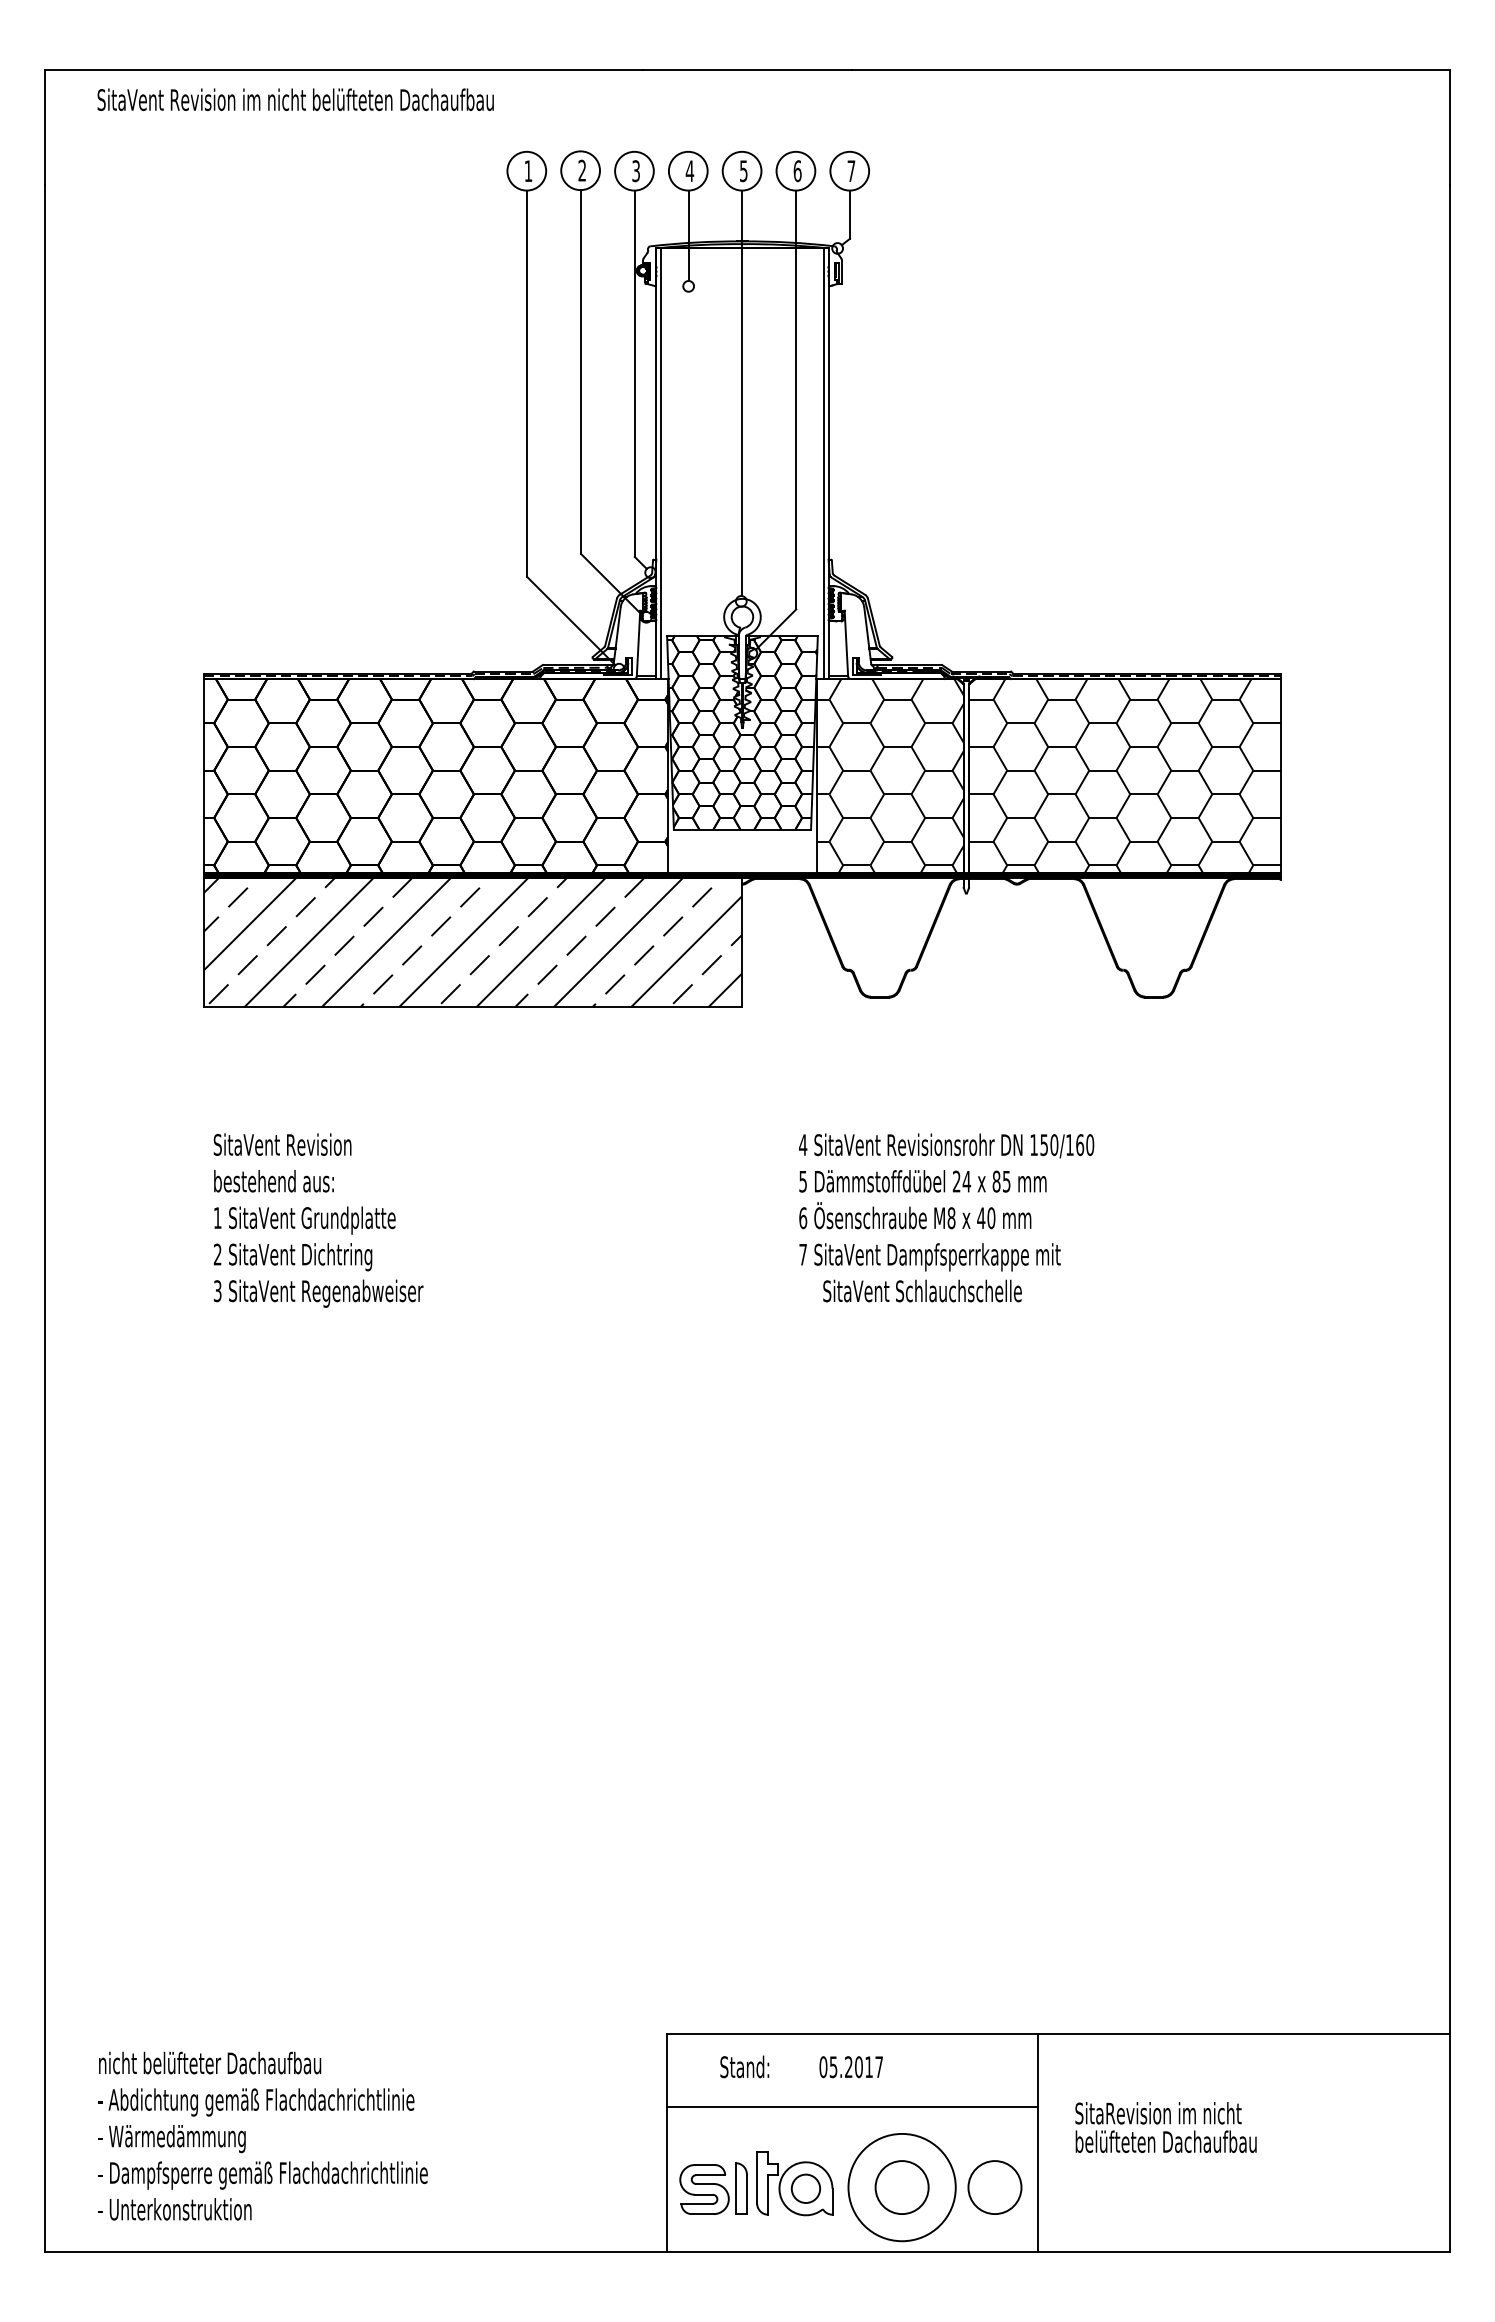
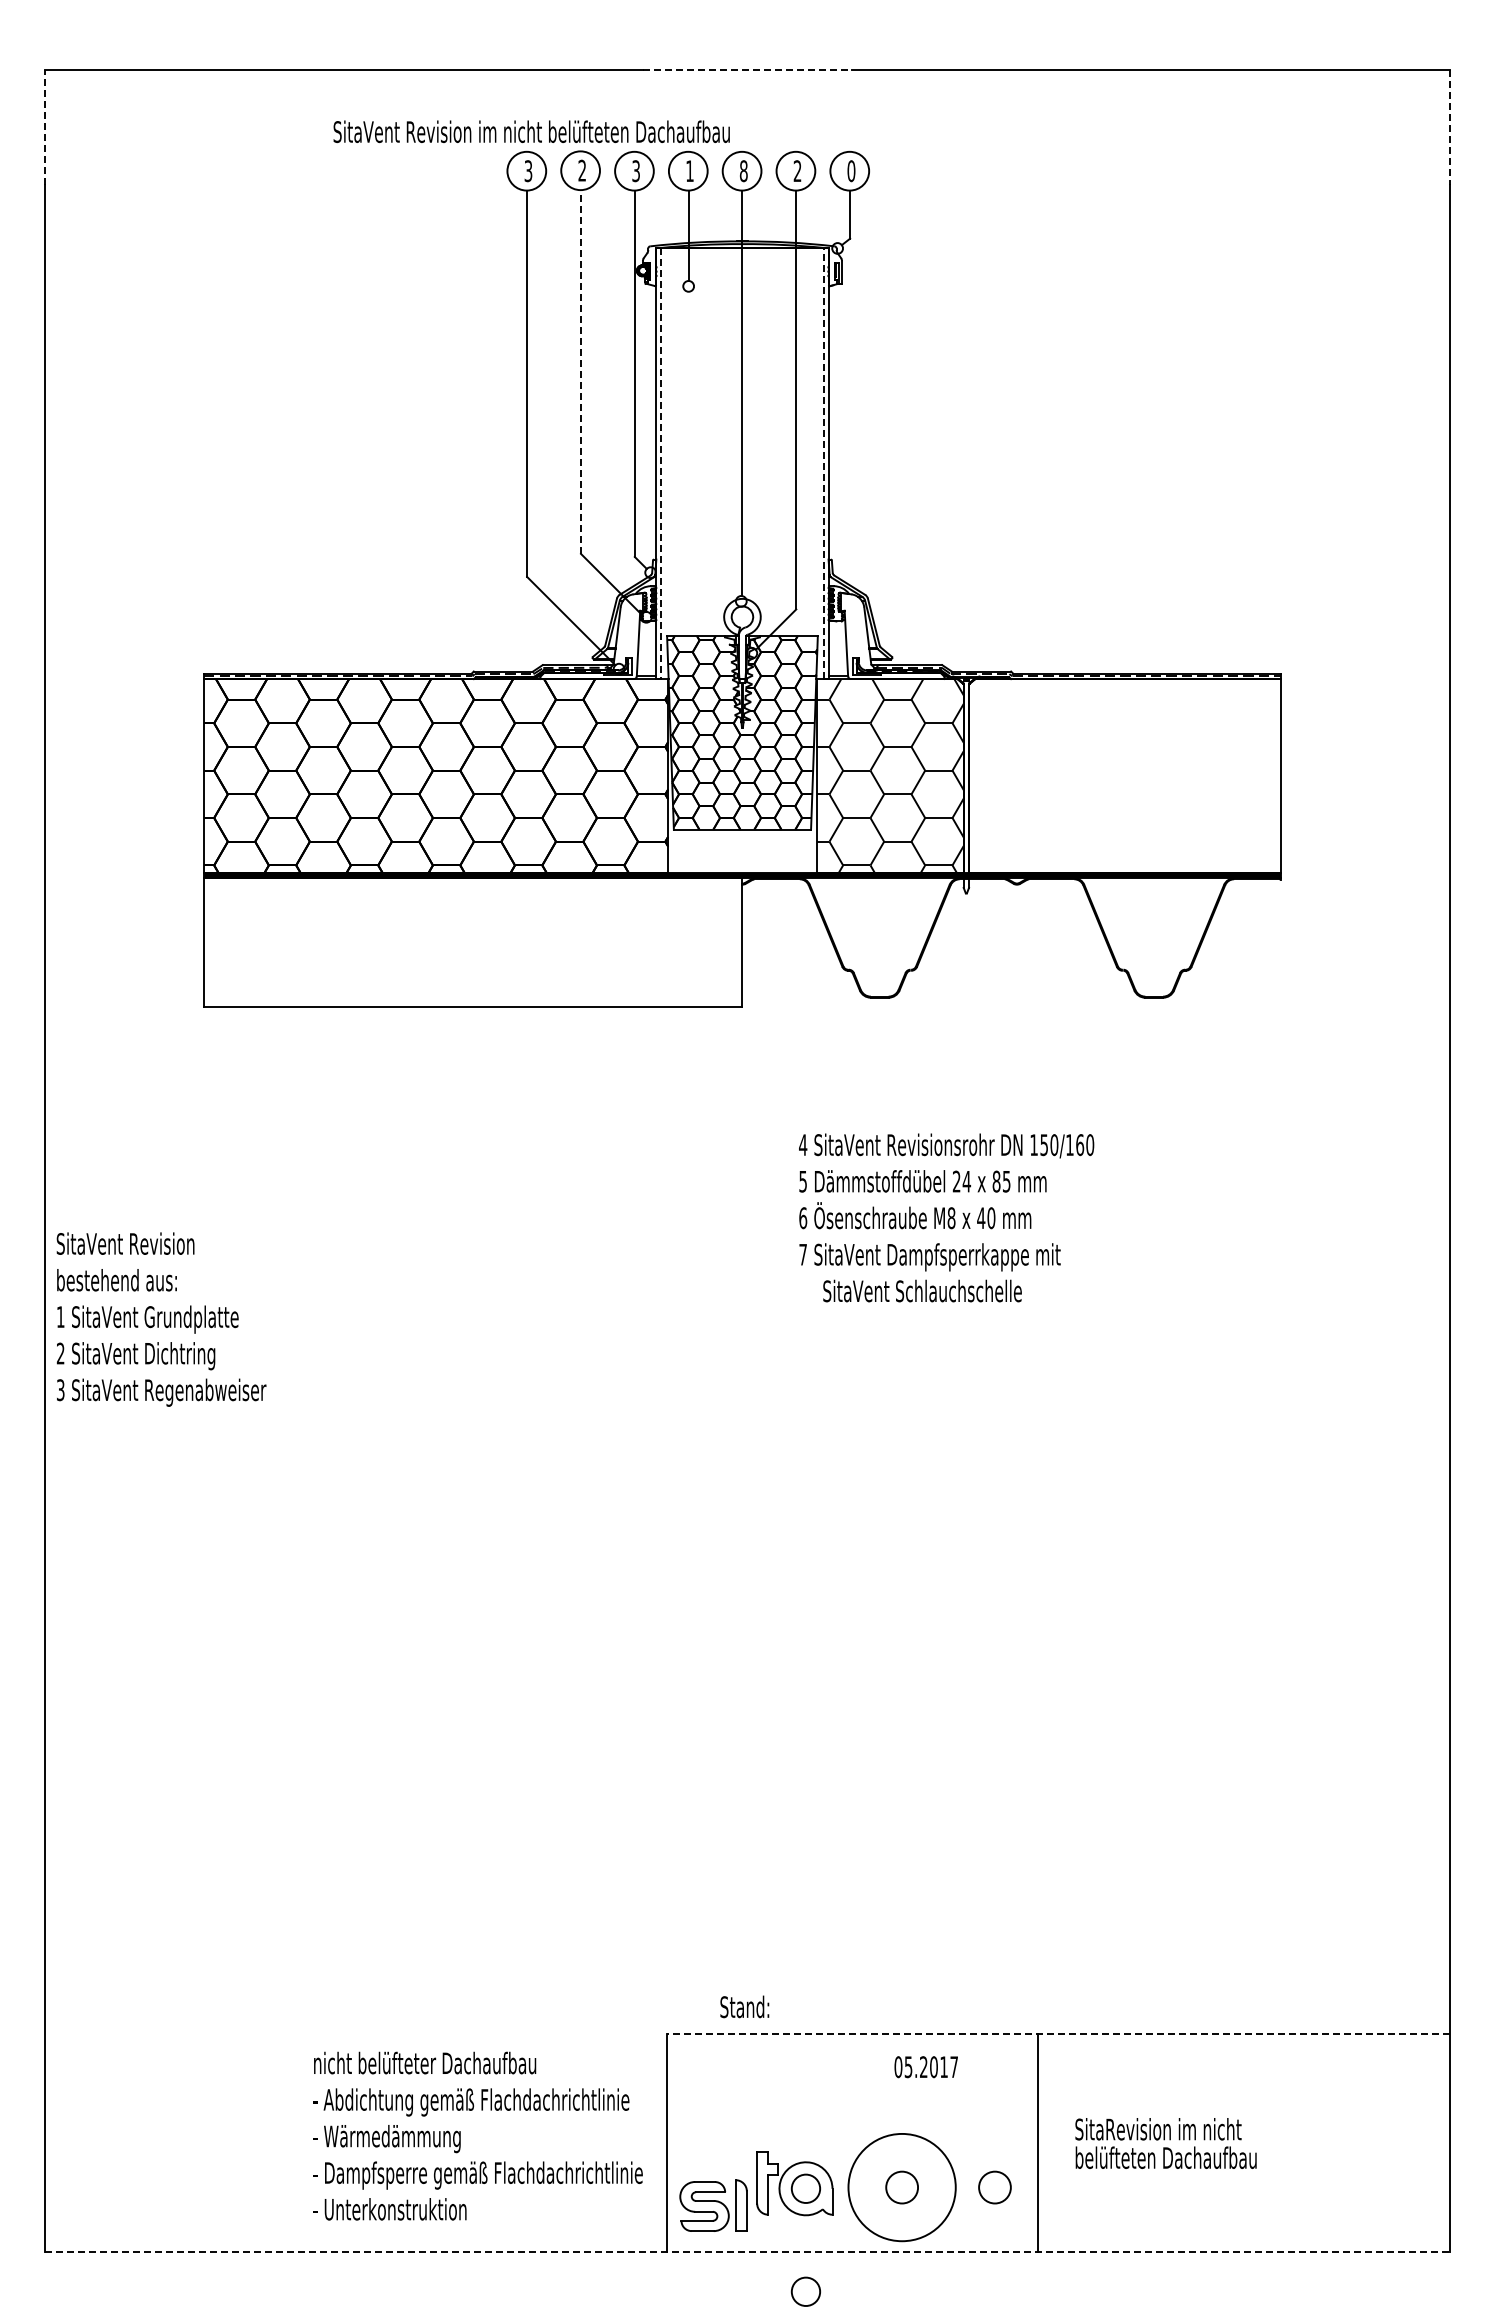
line at (747, 69): solid -> dashed
text at (295, 99) position: (295, 99) -> (531, 131)
line at (45, 127): solid -> dashed
line at (1449, 127): solid -> dashed
text at (689, 170): 4 -> 1
text at (528, 171): 1 -> 3
text at (743, 171): 5 -> 8
text at (797, 171): 6 -> 2
text at (851, 171): 7 -> 0
line at (580, 372): solid -> dashed
line at (824, 463): solid -> dashed
line at (660, 464): solid -> dashed
hatch at (1124, 775): present -> none
hatch at (473, 942): present -> none
text at (318, 1220) position: (318, 1220) -> (161, 1319)
line at (1058, 2034): solid -> dashed
text at (744, 2066) position: (744, 2066) -> (744, 2006)
text at (850, 2067) position: (850, 2067) -> (925, 2067)
line at (852, 2107): present -> none
text at (1165, 2127) position: (1165, 2127) -> (1165, 2143)
text at (262, 2135) position: (262, 2135) -> (477, 2135)
circle at (901, 2187) diameter: 53 px -> 32 px
circle at (994, 2187) diameter: 53 px -> 32 px
part at (713, 2188) position: (713, 2188) -> (713, 2205)
line at (747, 2252): solid -> dashed
circle at (805, 2291): none -> present
